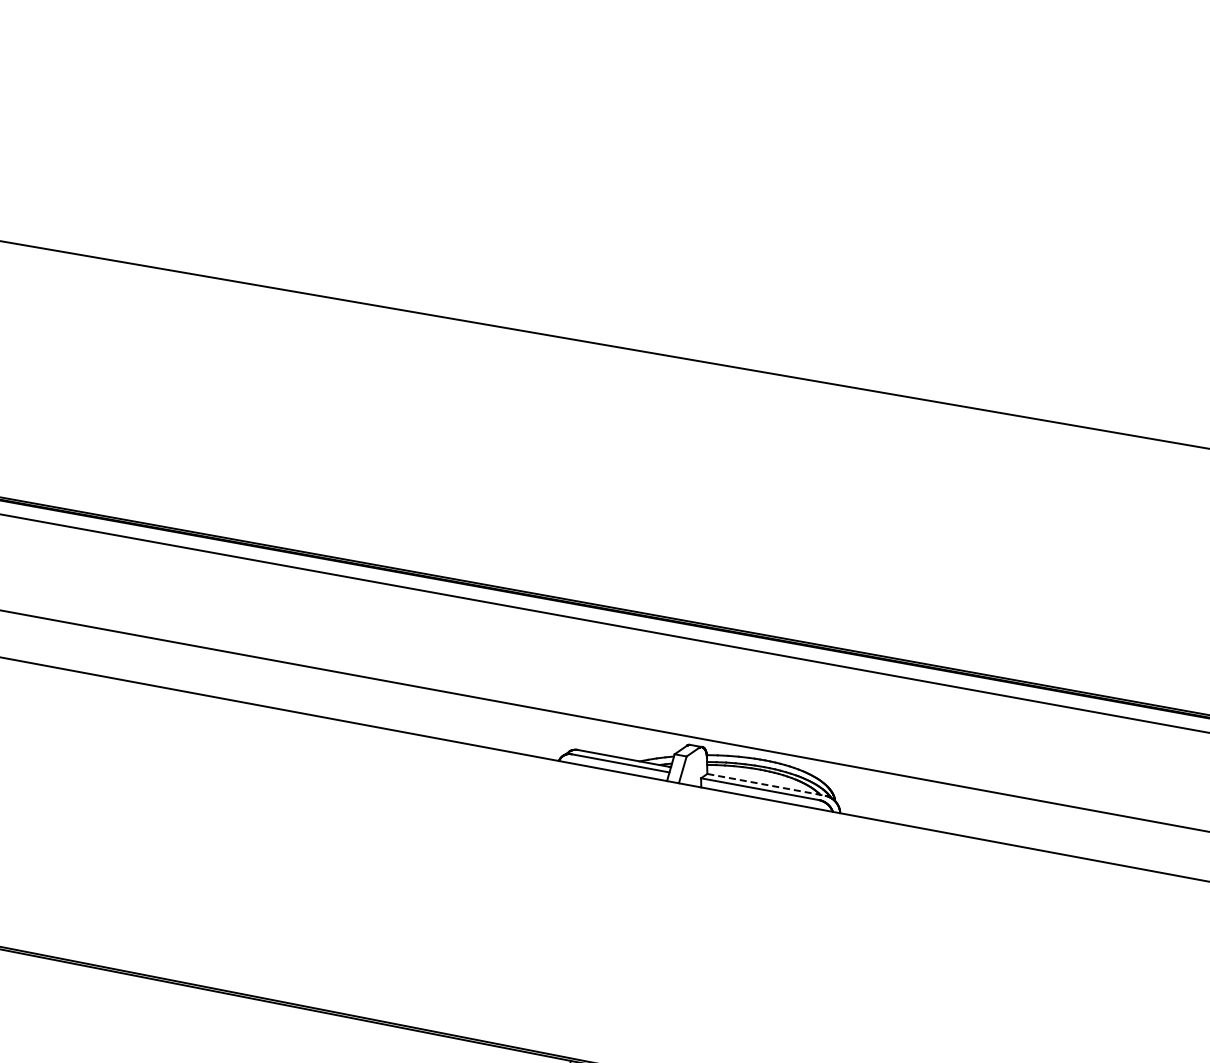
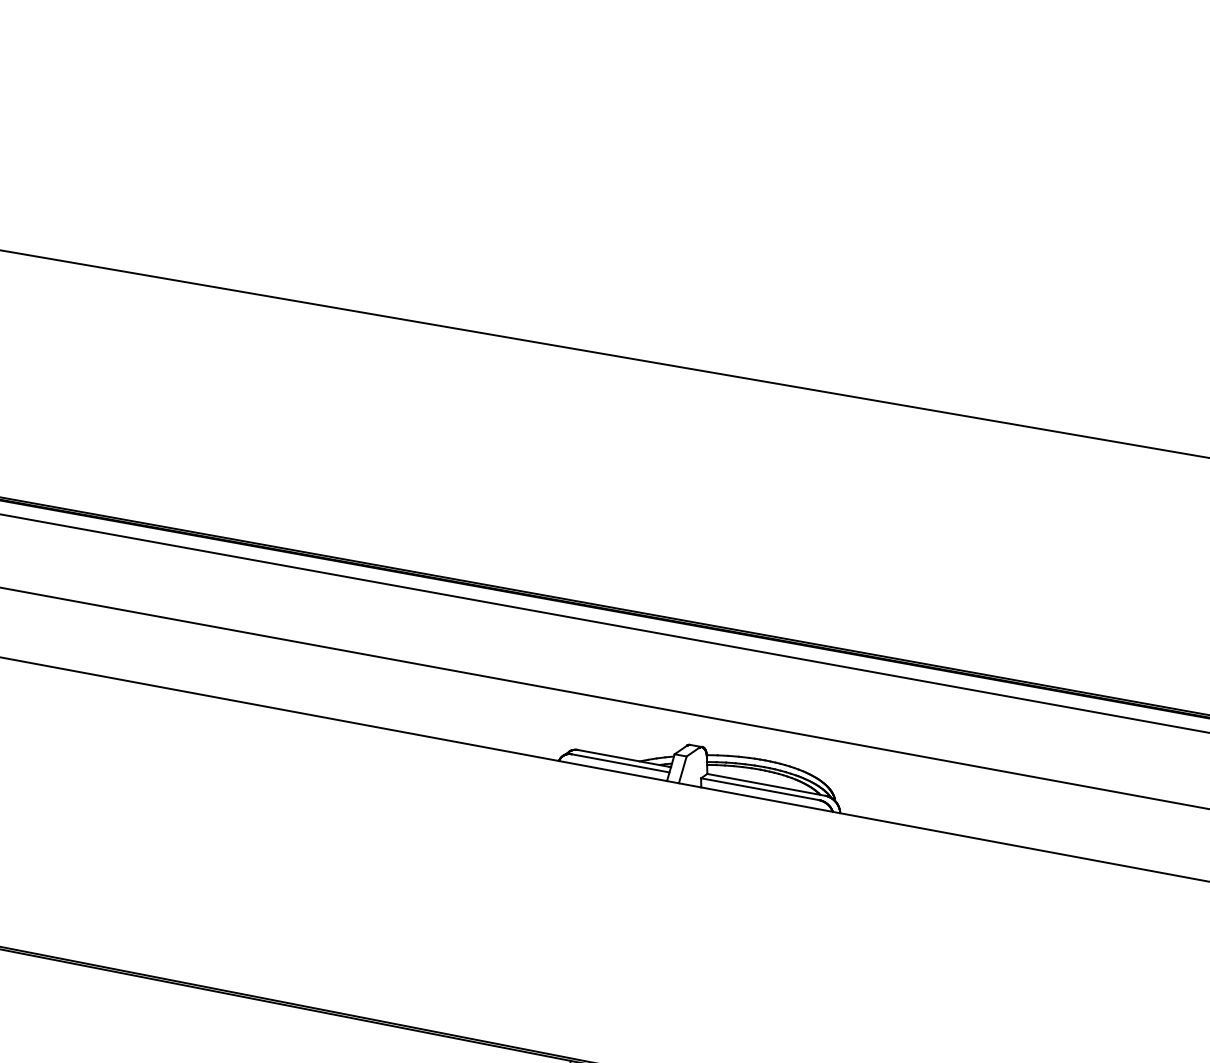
line at (604, 344) position: (604, 344) -> (604, 353)
line at (604, 720) position: (604, 720) -> (604, 697)
line at (767, 785): dashed -> solid
